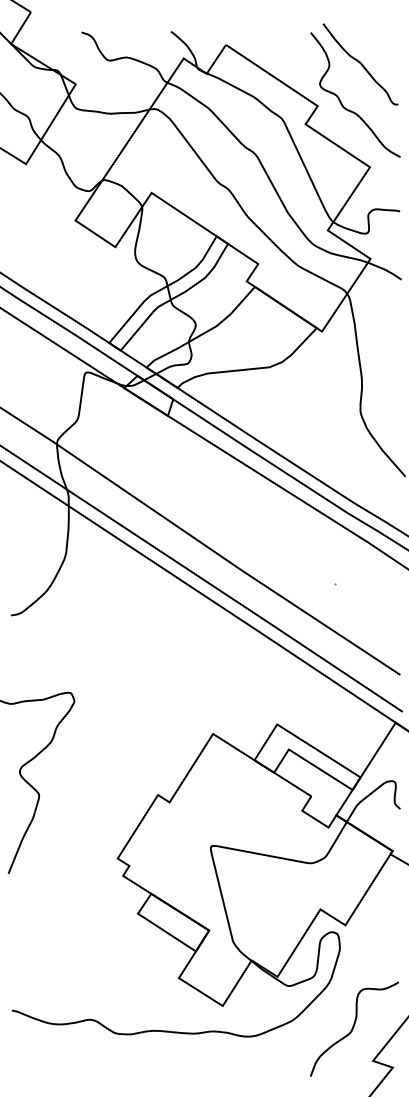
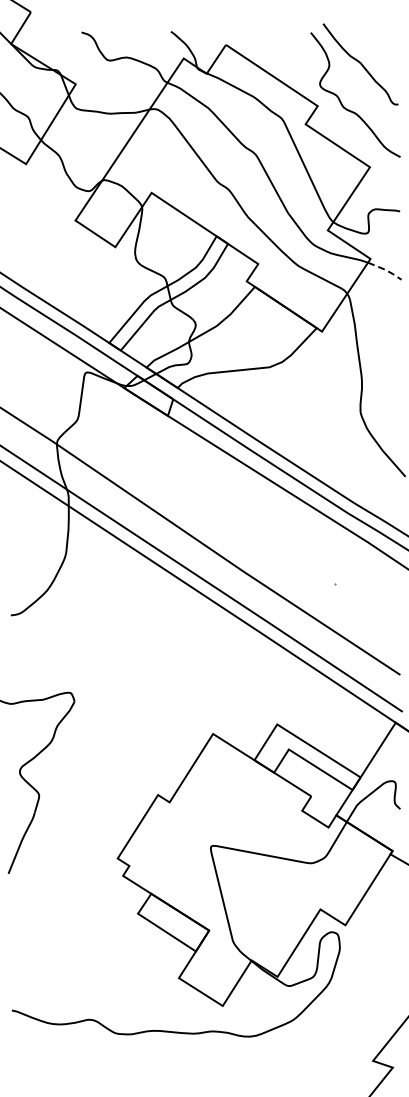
line at (385, 270): solid -> dashed
curve at (354, 1027): present -> none
